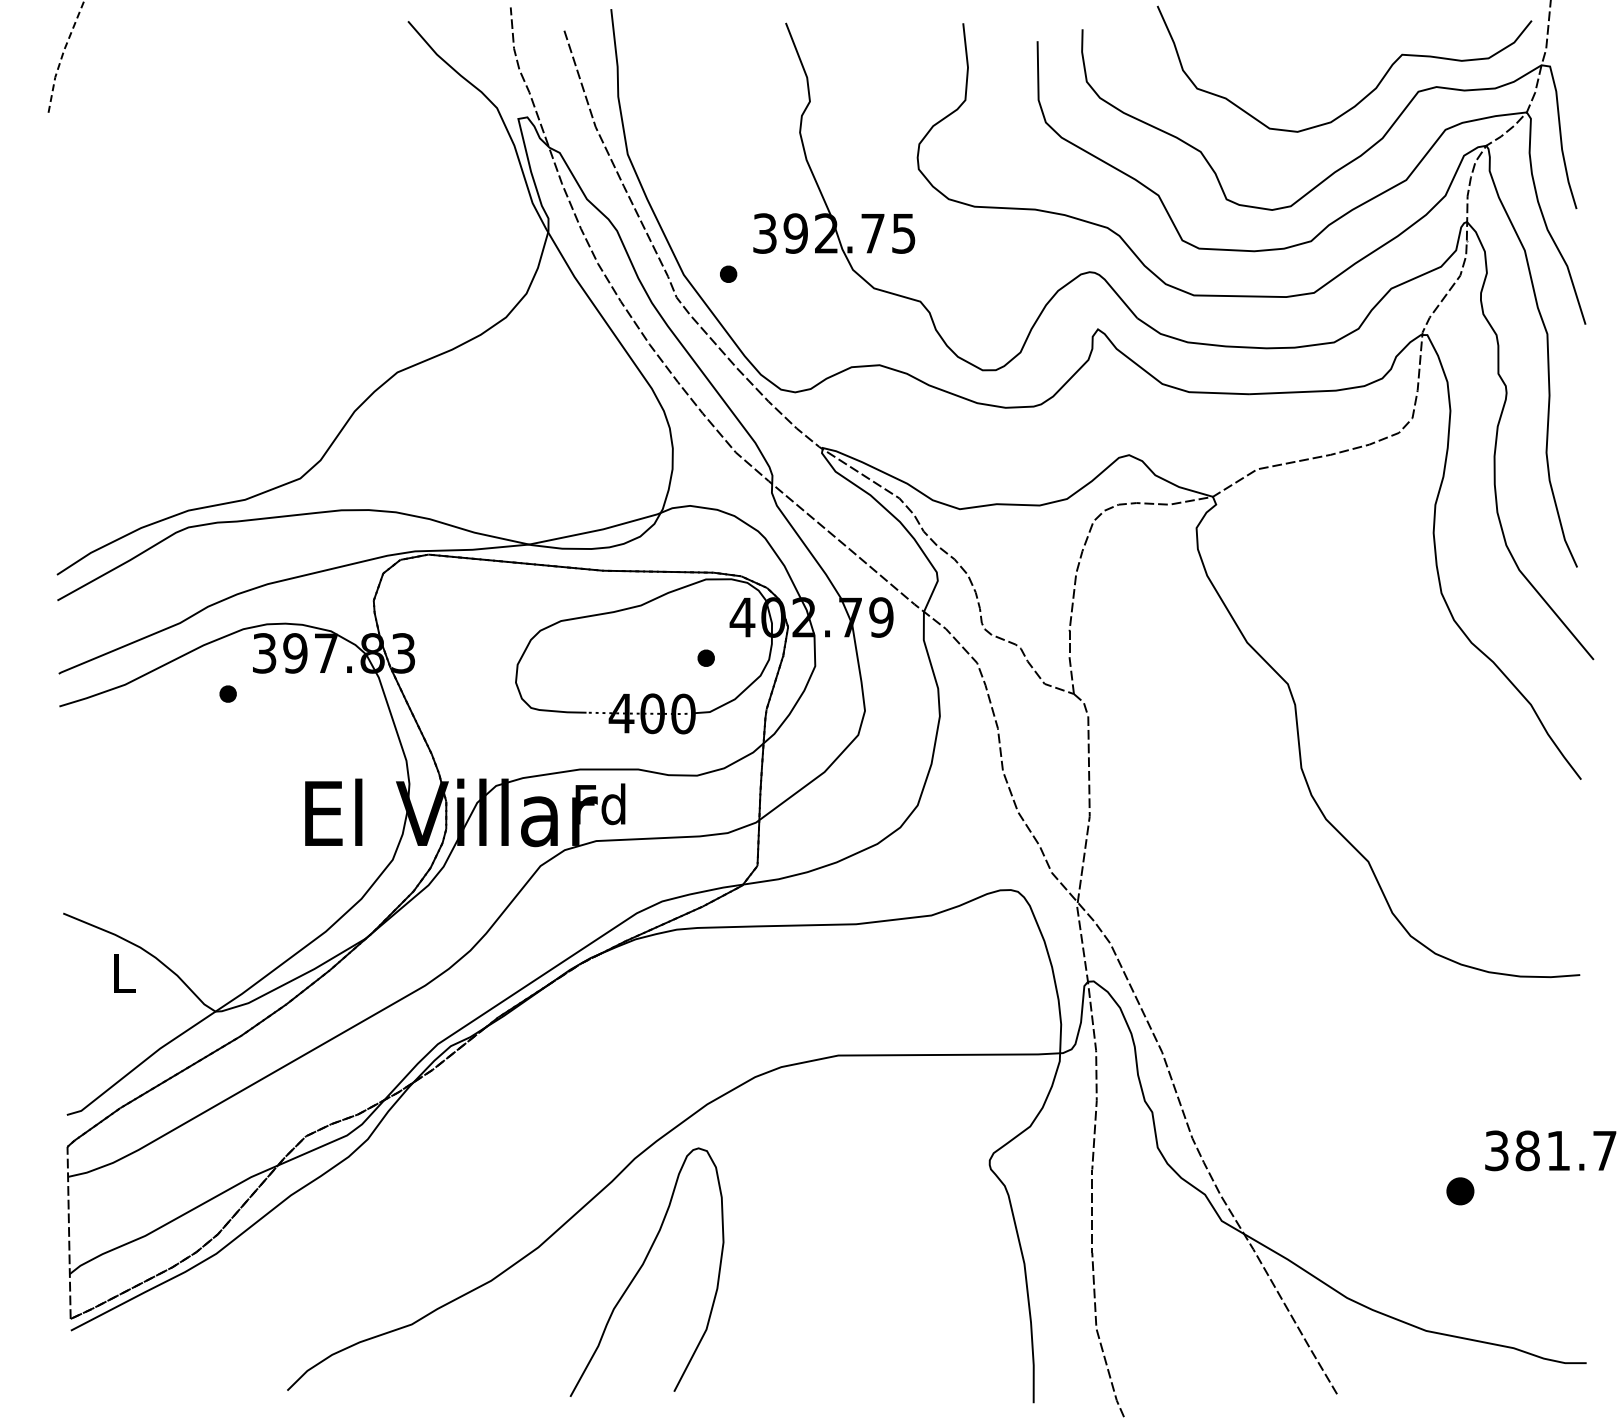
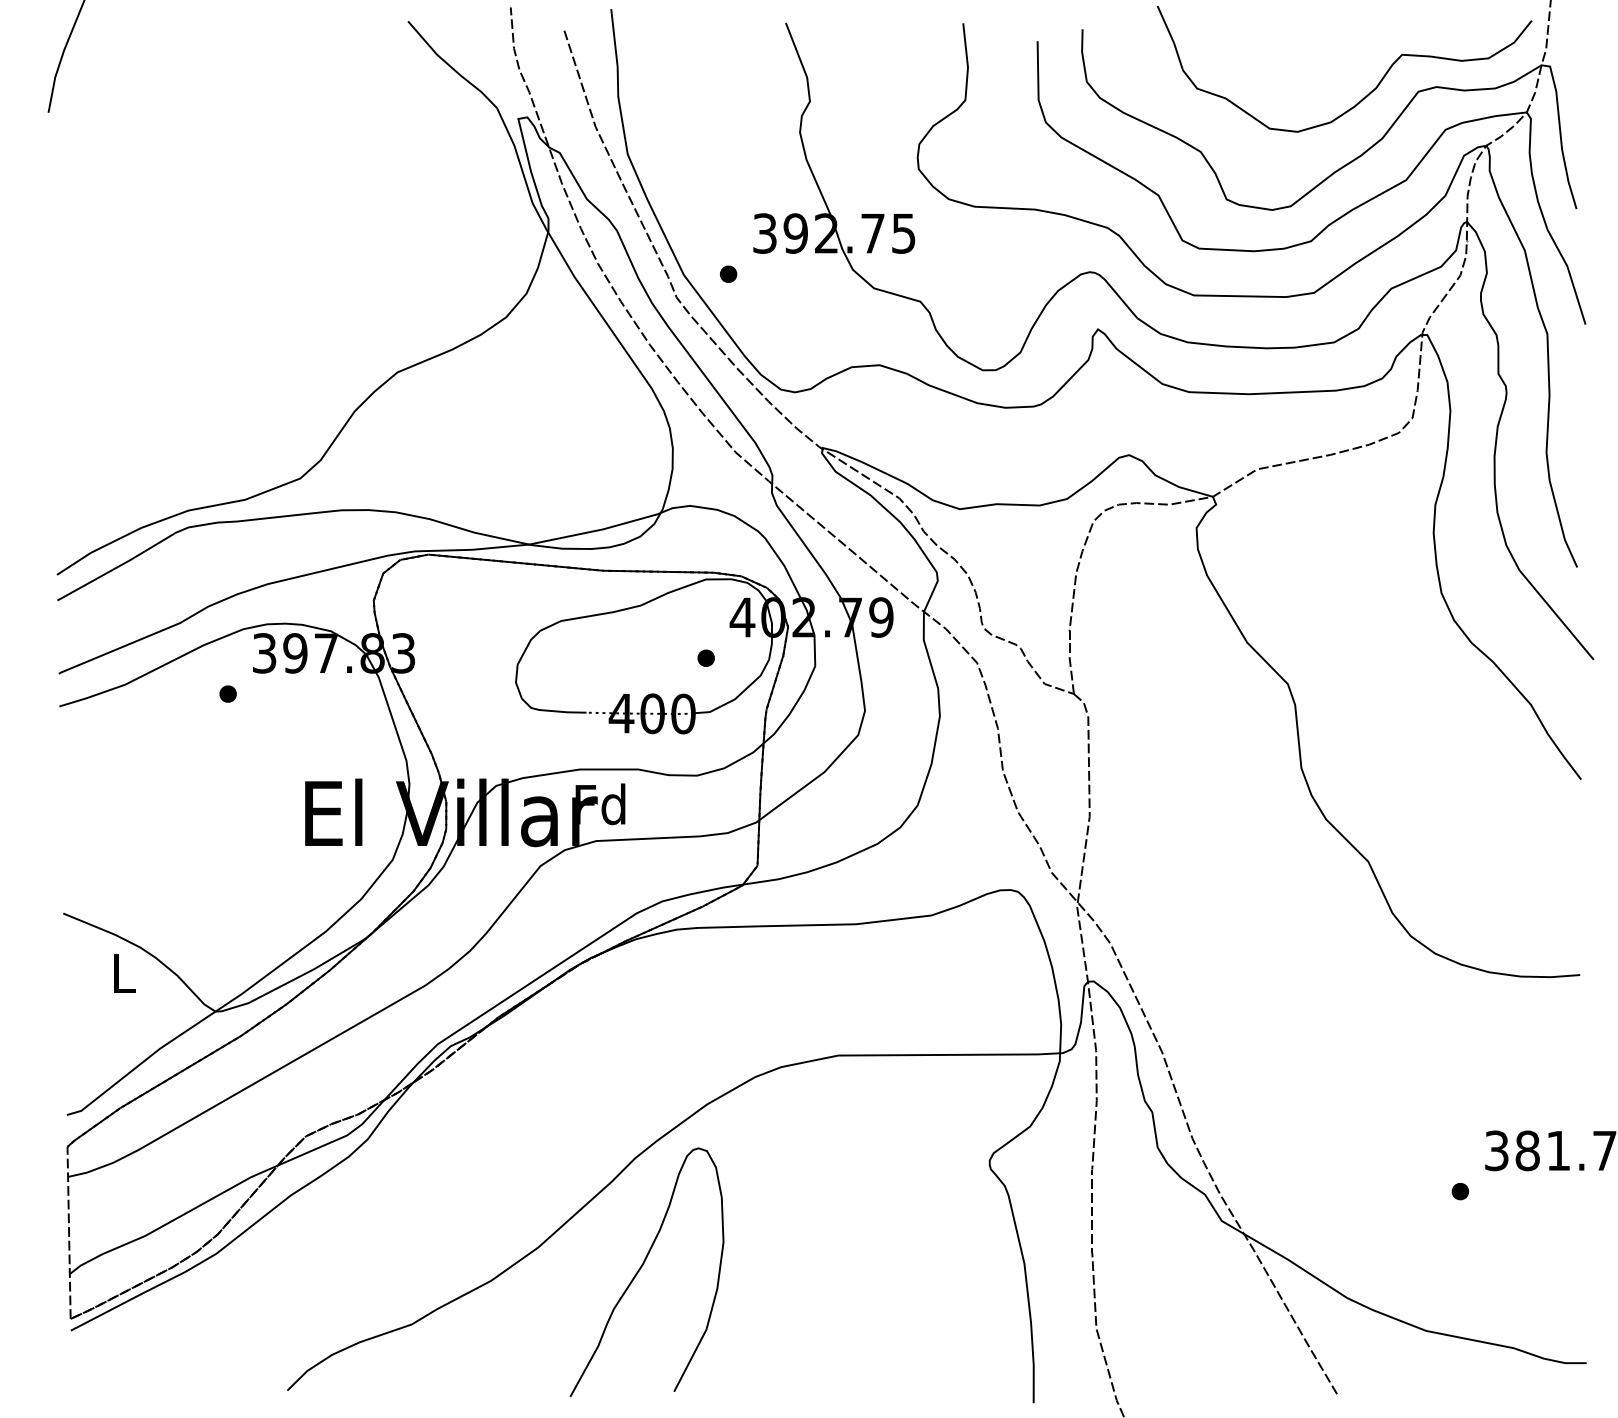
line at (62, 55): dashed -> solid
part at (1460, 1191) size: 29x29 px -> 19x18 px
